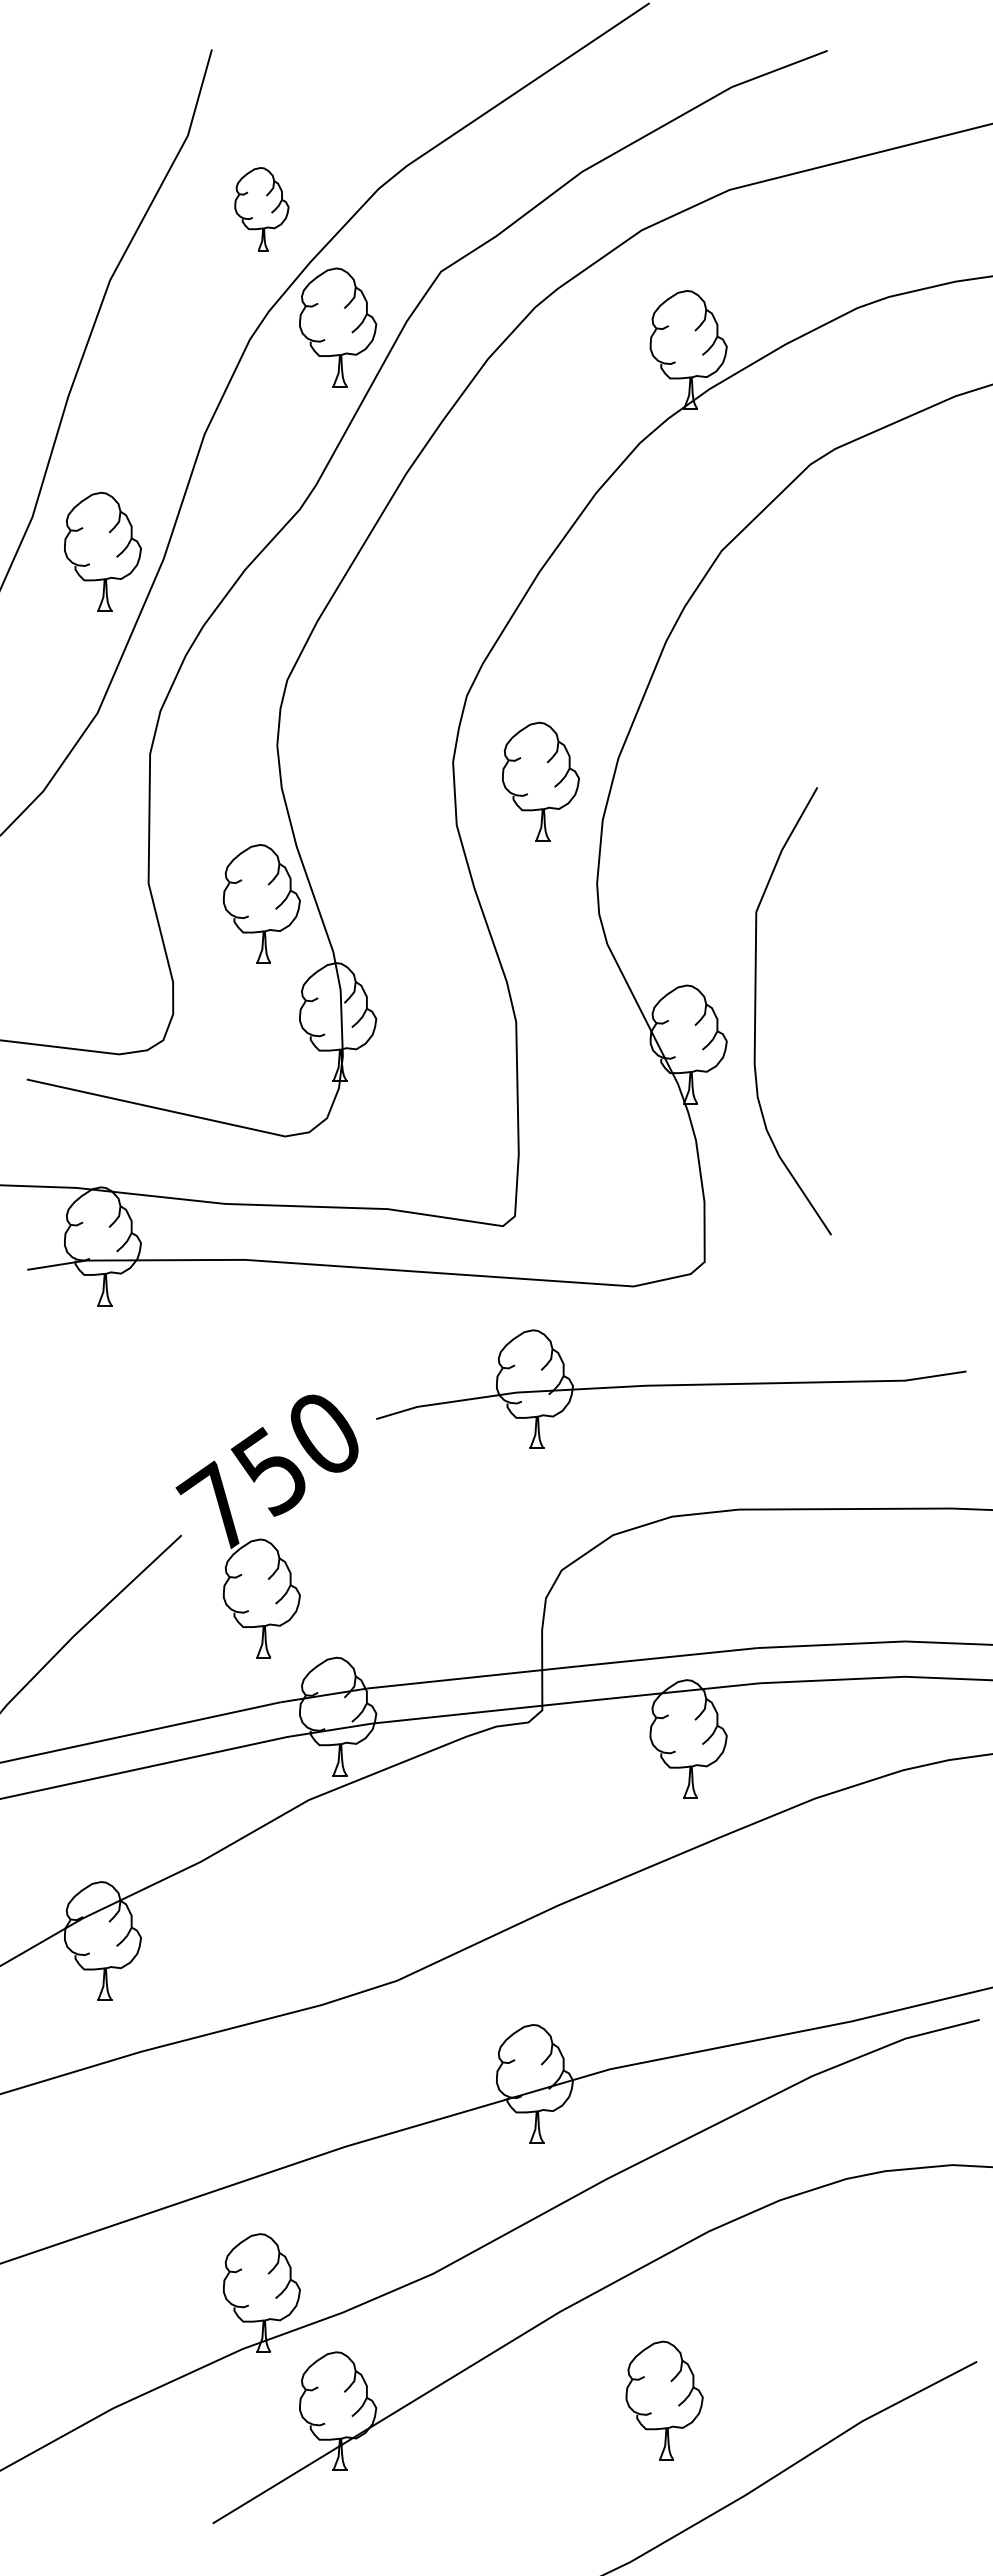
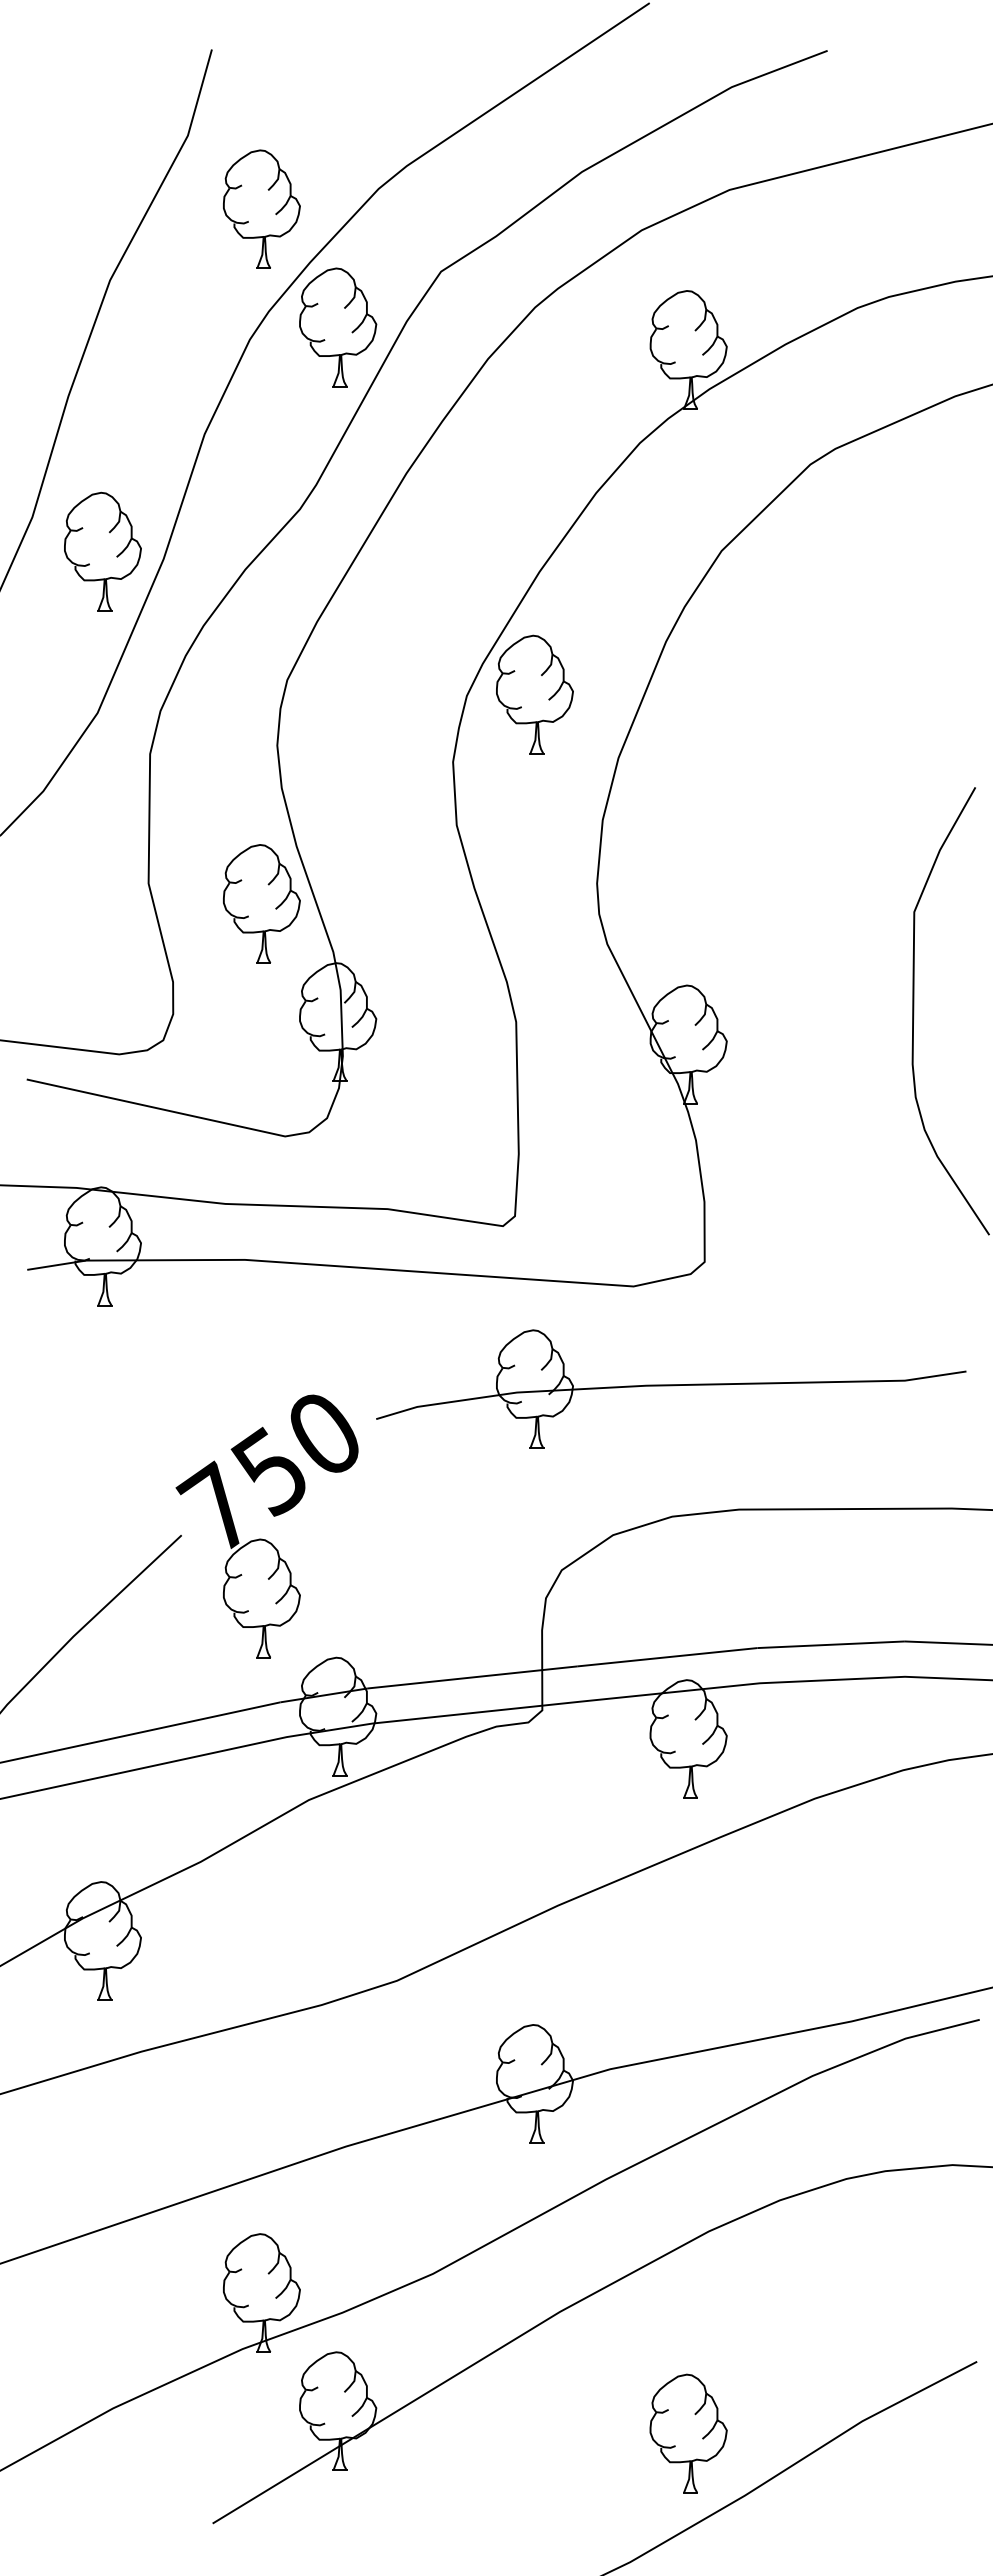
part at (261, 209) size: 56x85 px -> 78x120 px
part at (540, 781) position: (540, 781) -> (534, 694)
curve at (756, 1011) position: (756, 1011) -> (914, 1011)
part at (664, 2400) position: (664, 2400) -> (688, 2433)
